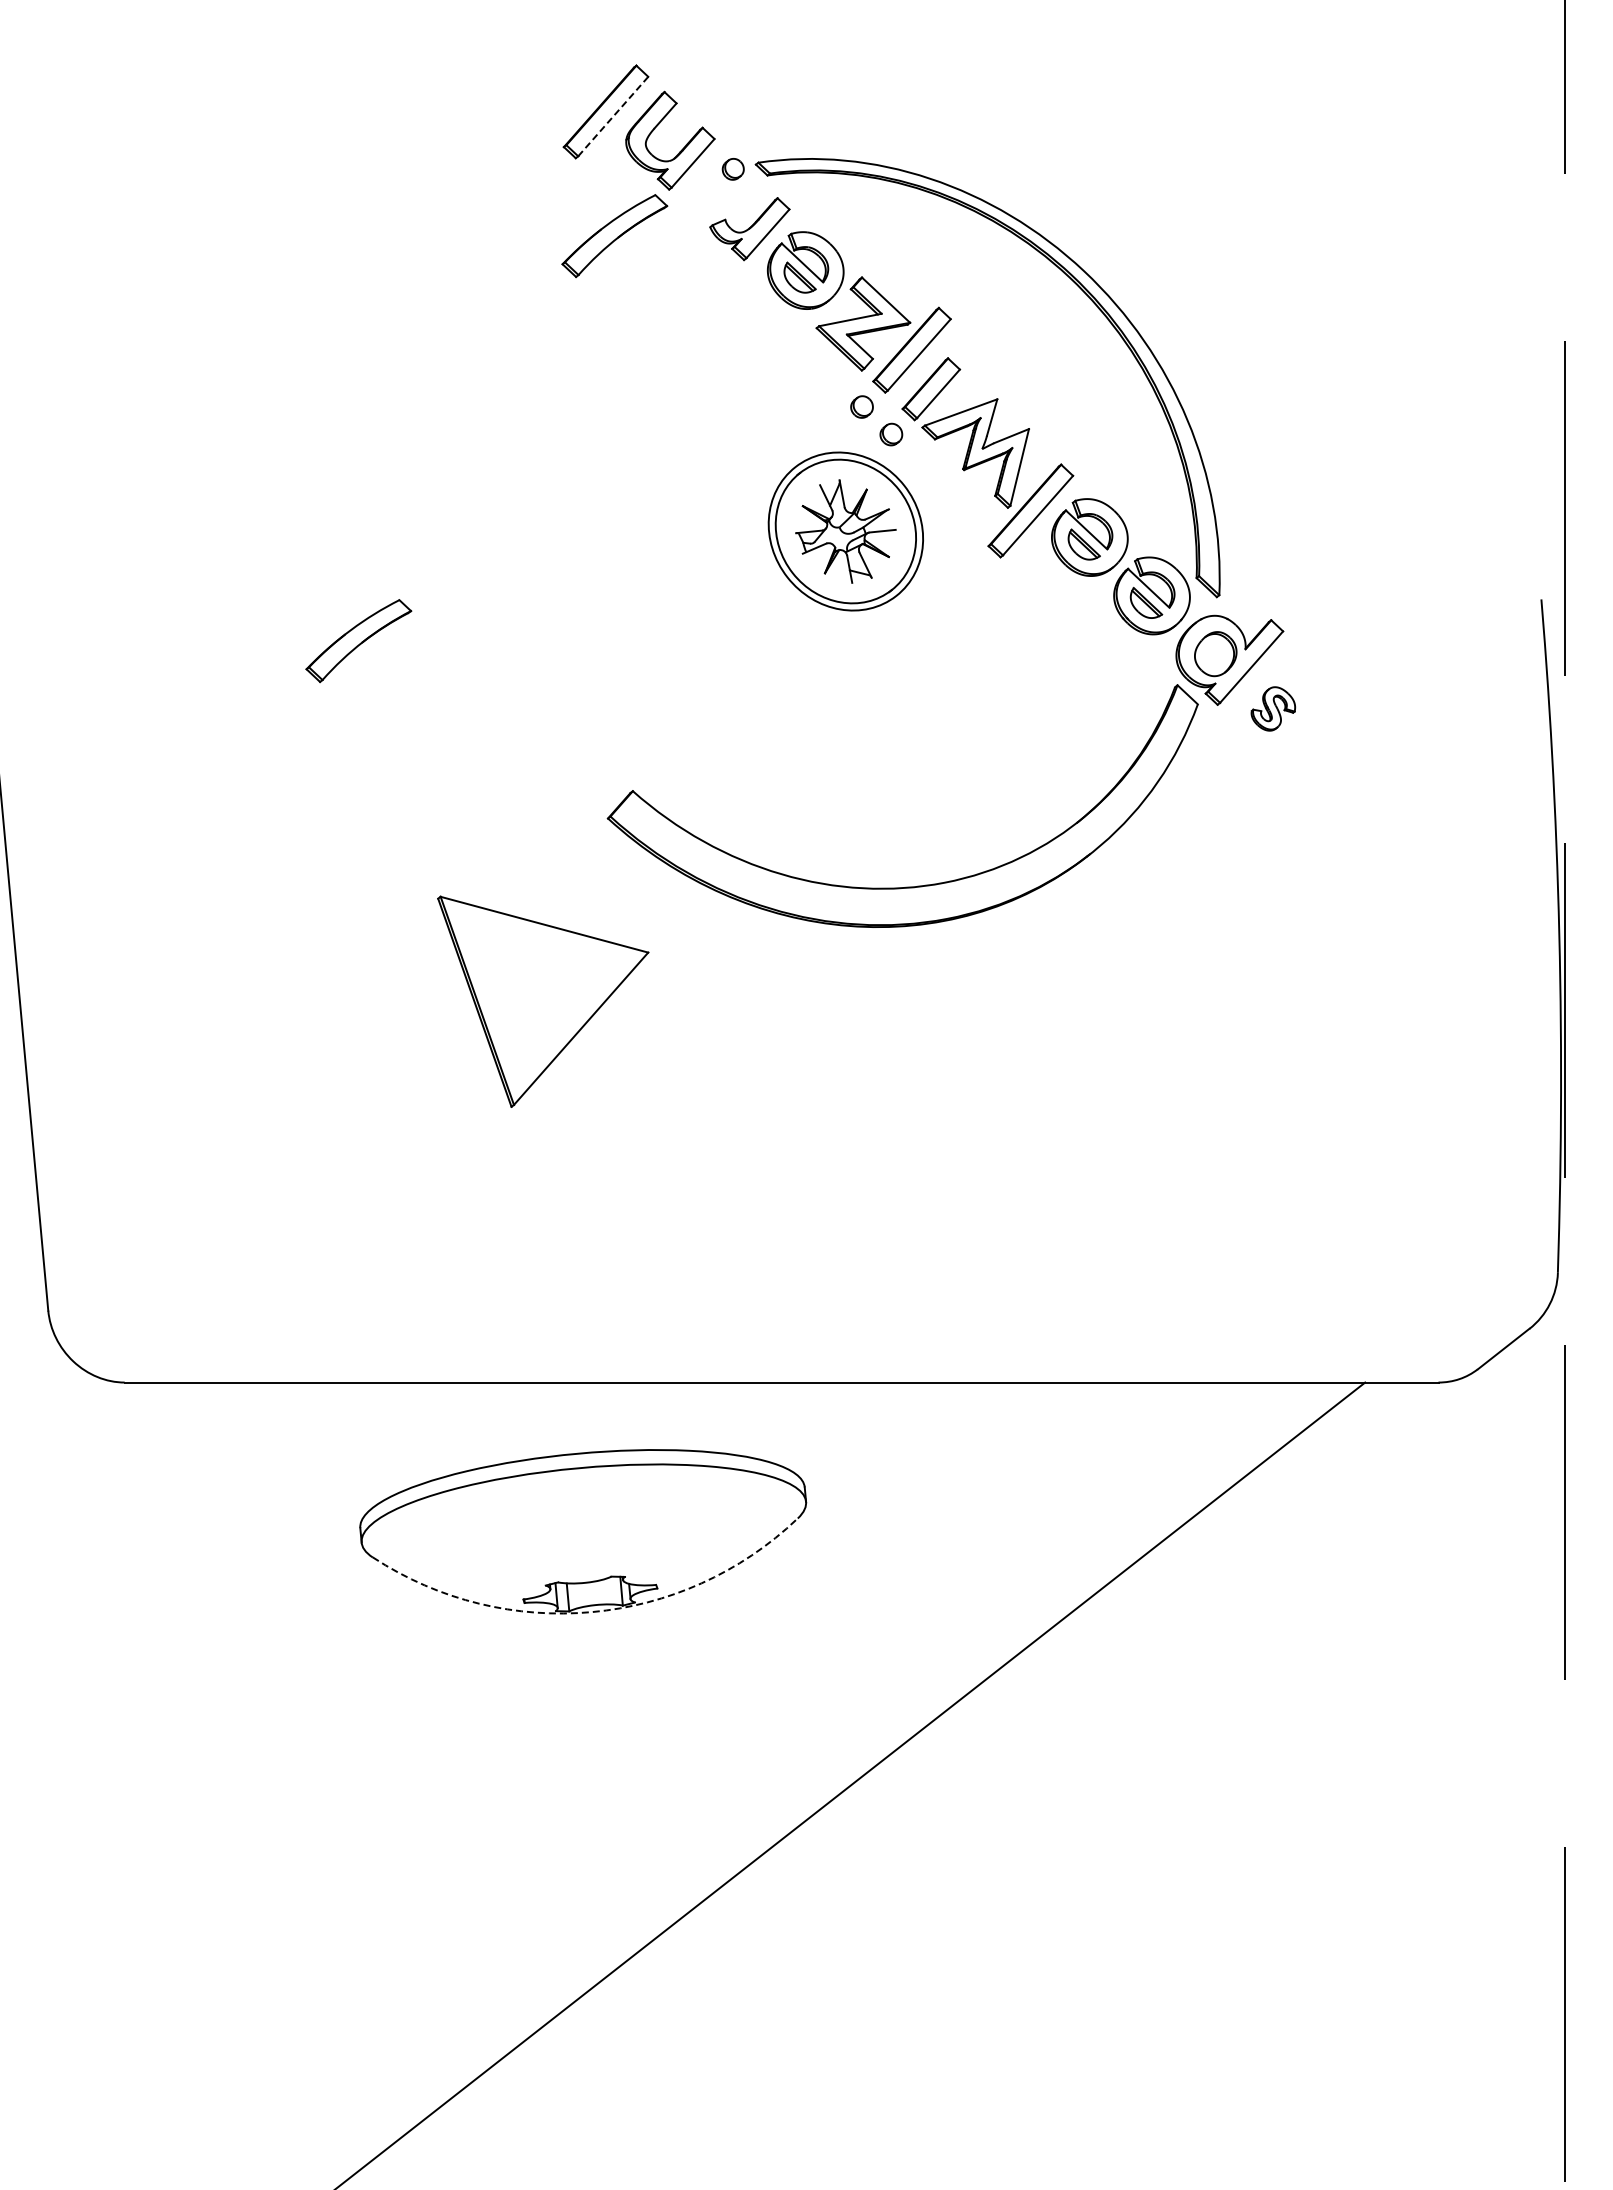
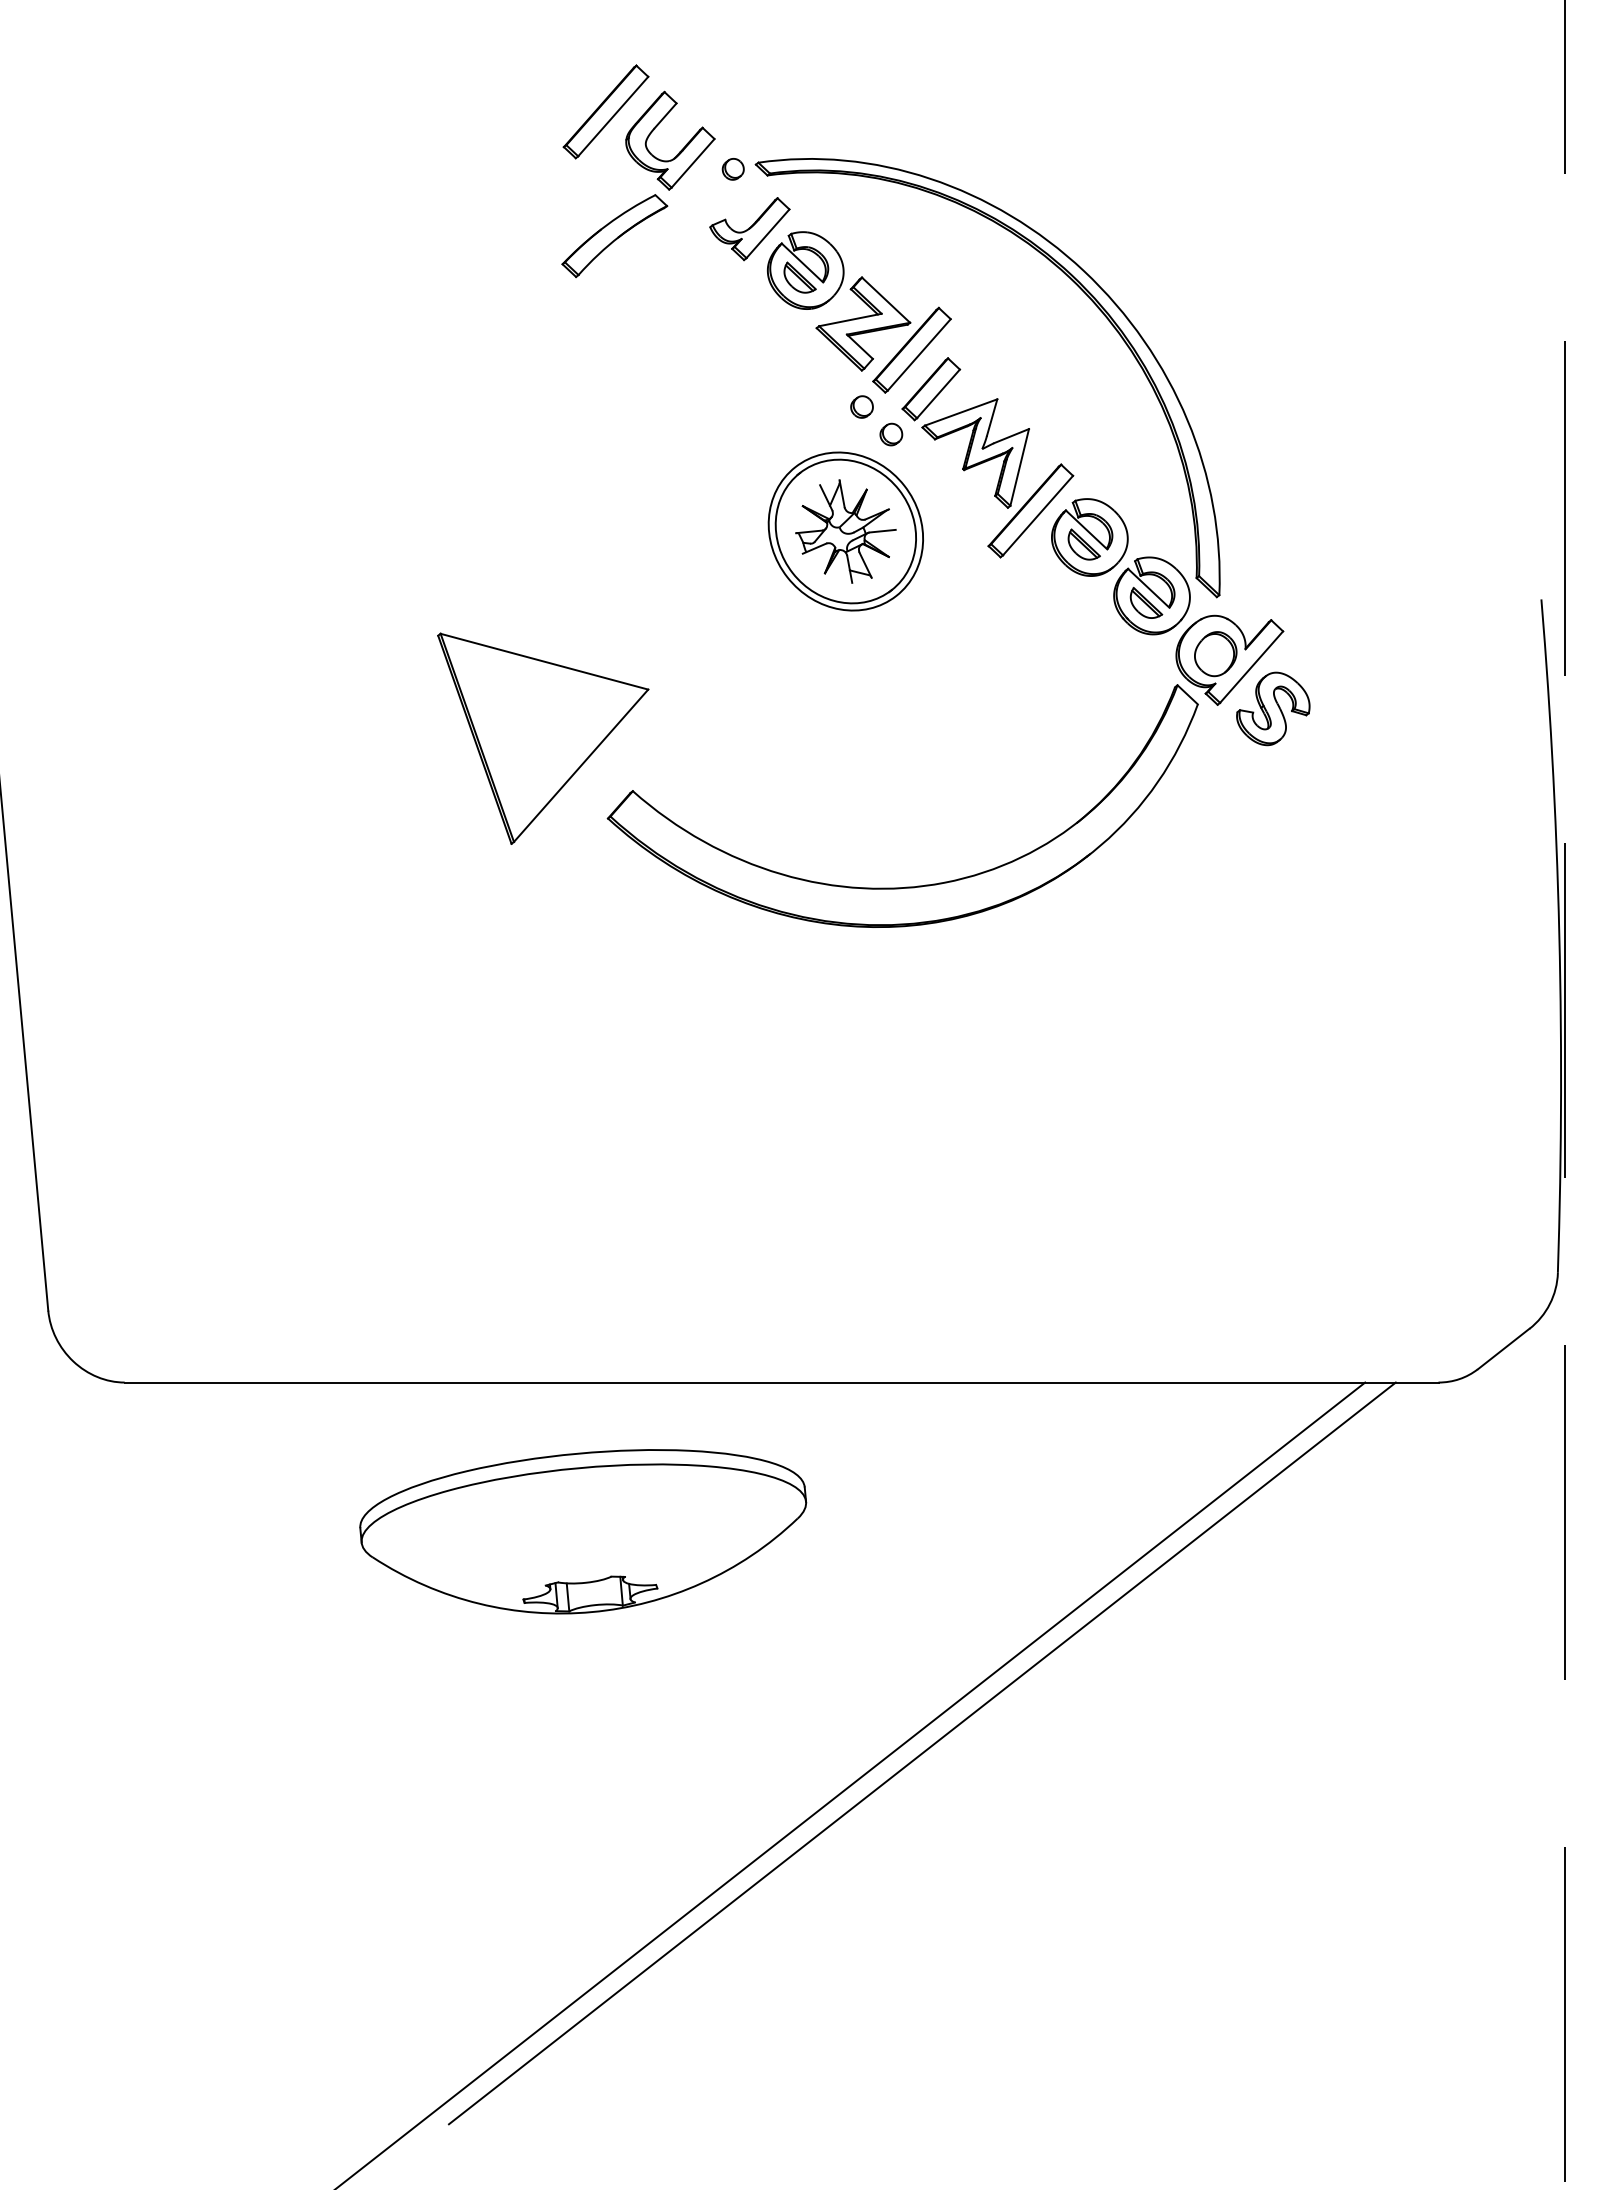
line at (613, 116): dashed -> solid
part at (358, 641): present -> none
part at (1273, 708) size: 47x46 px -> 75x76 px
part at (543, 1001) position: (543, 1001) -> (543, 738)
arc at (592, 1612): dashed -> solid
line at (921, 1753): none -> present
